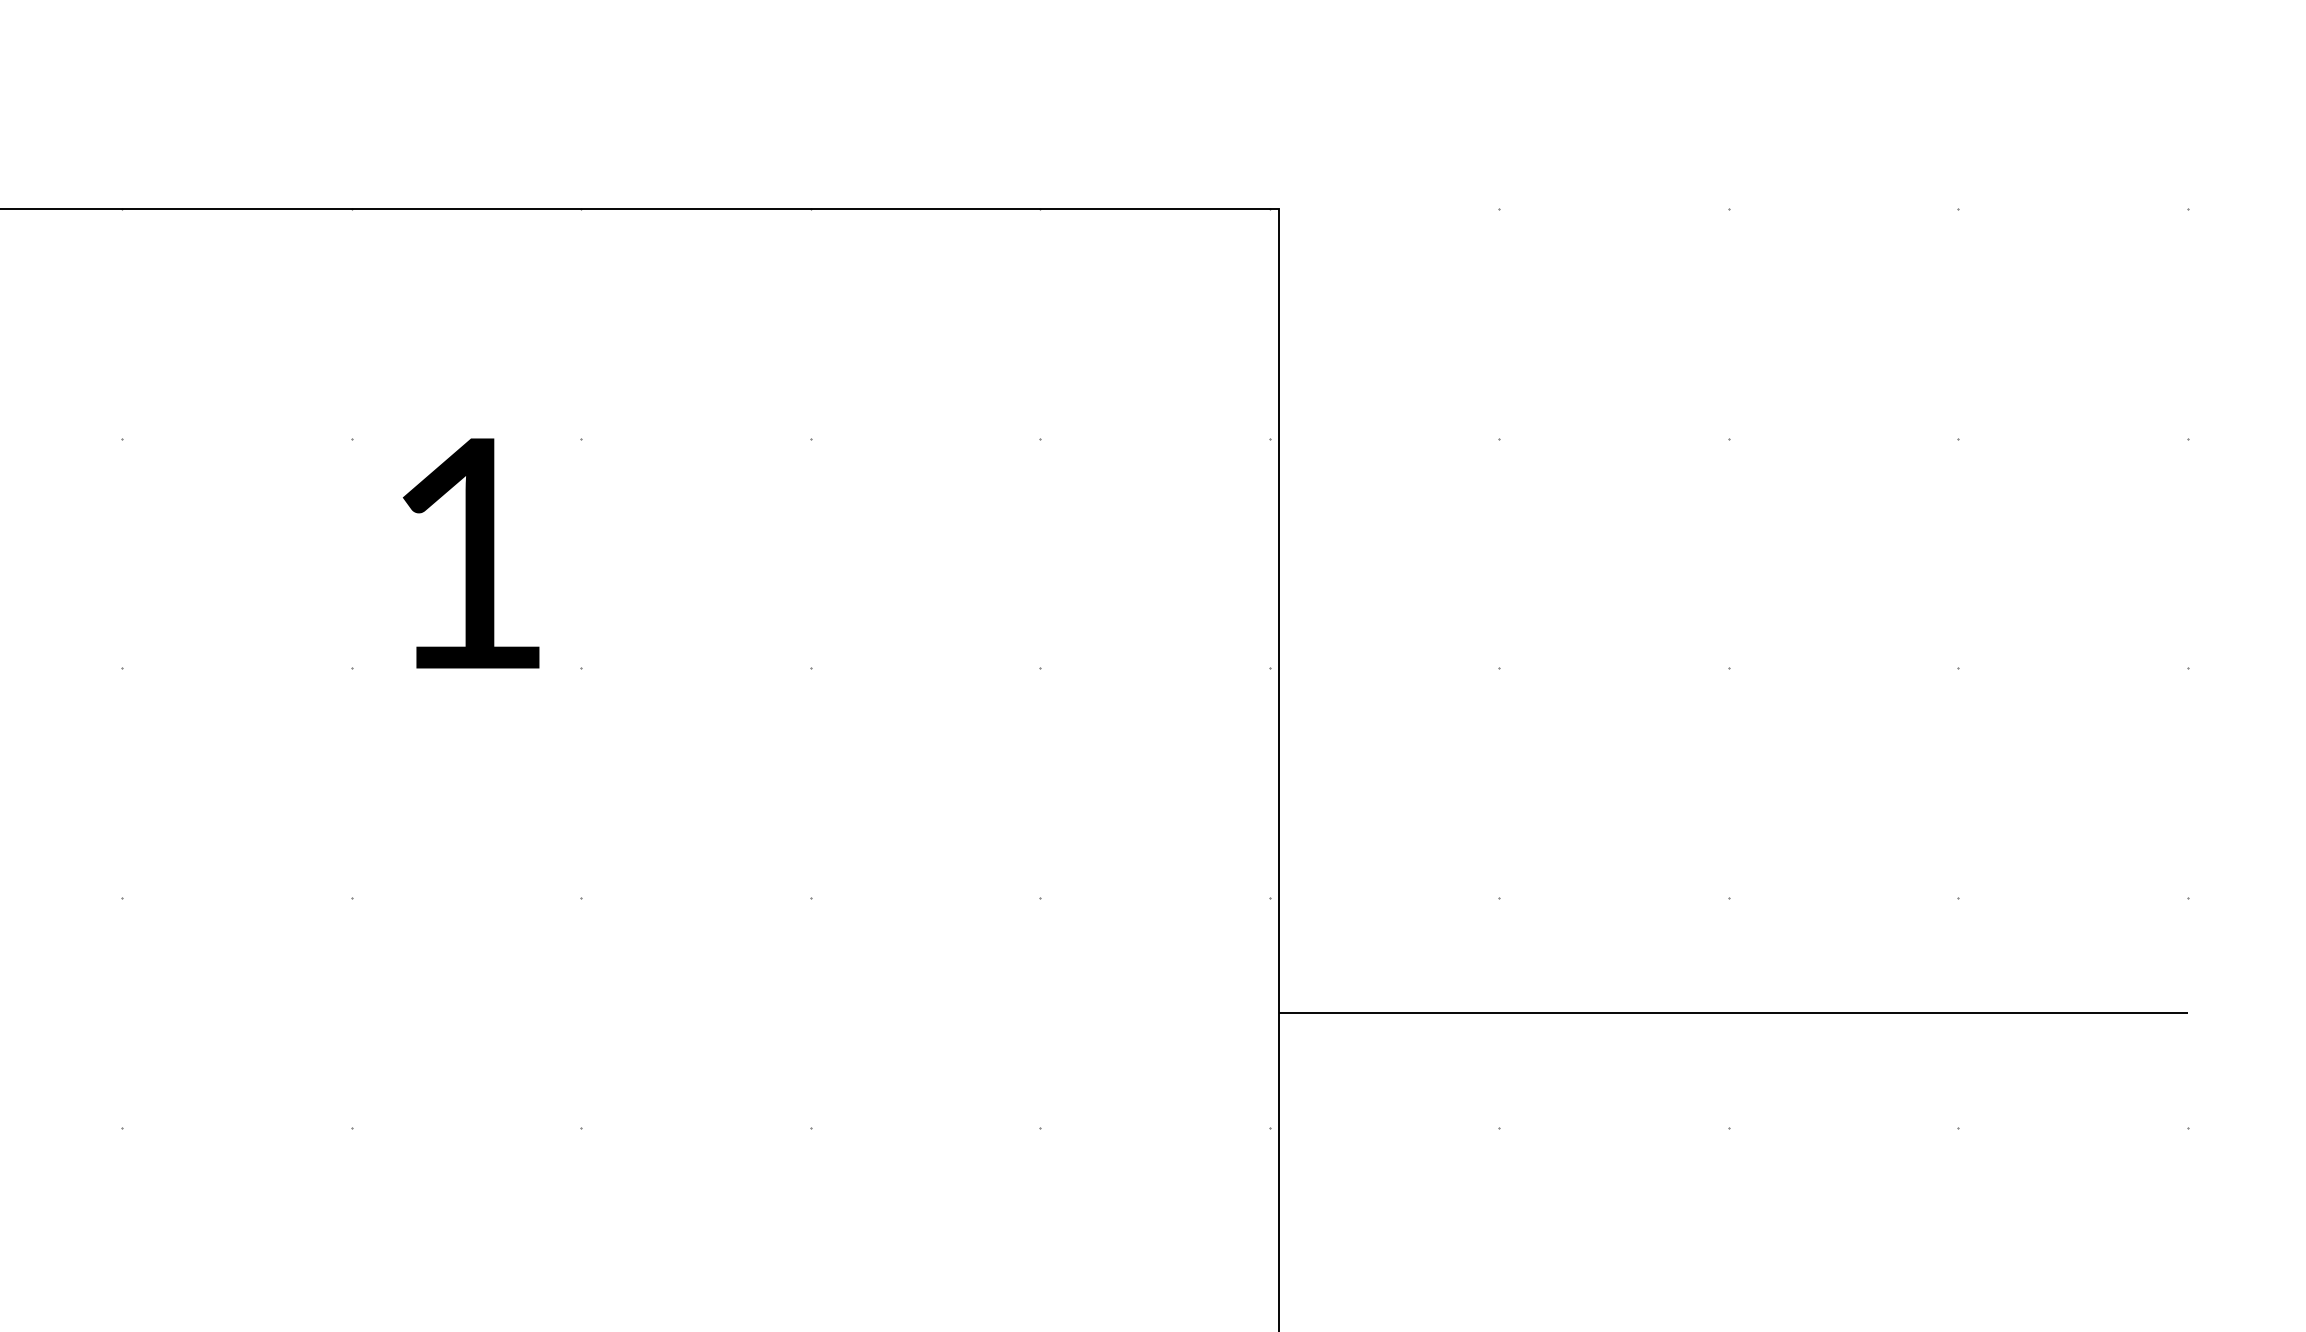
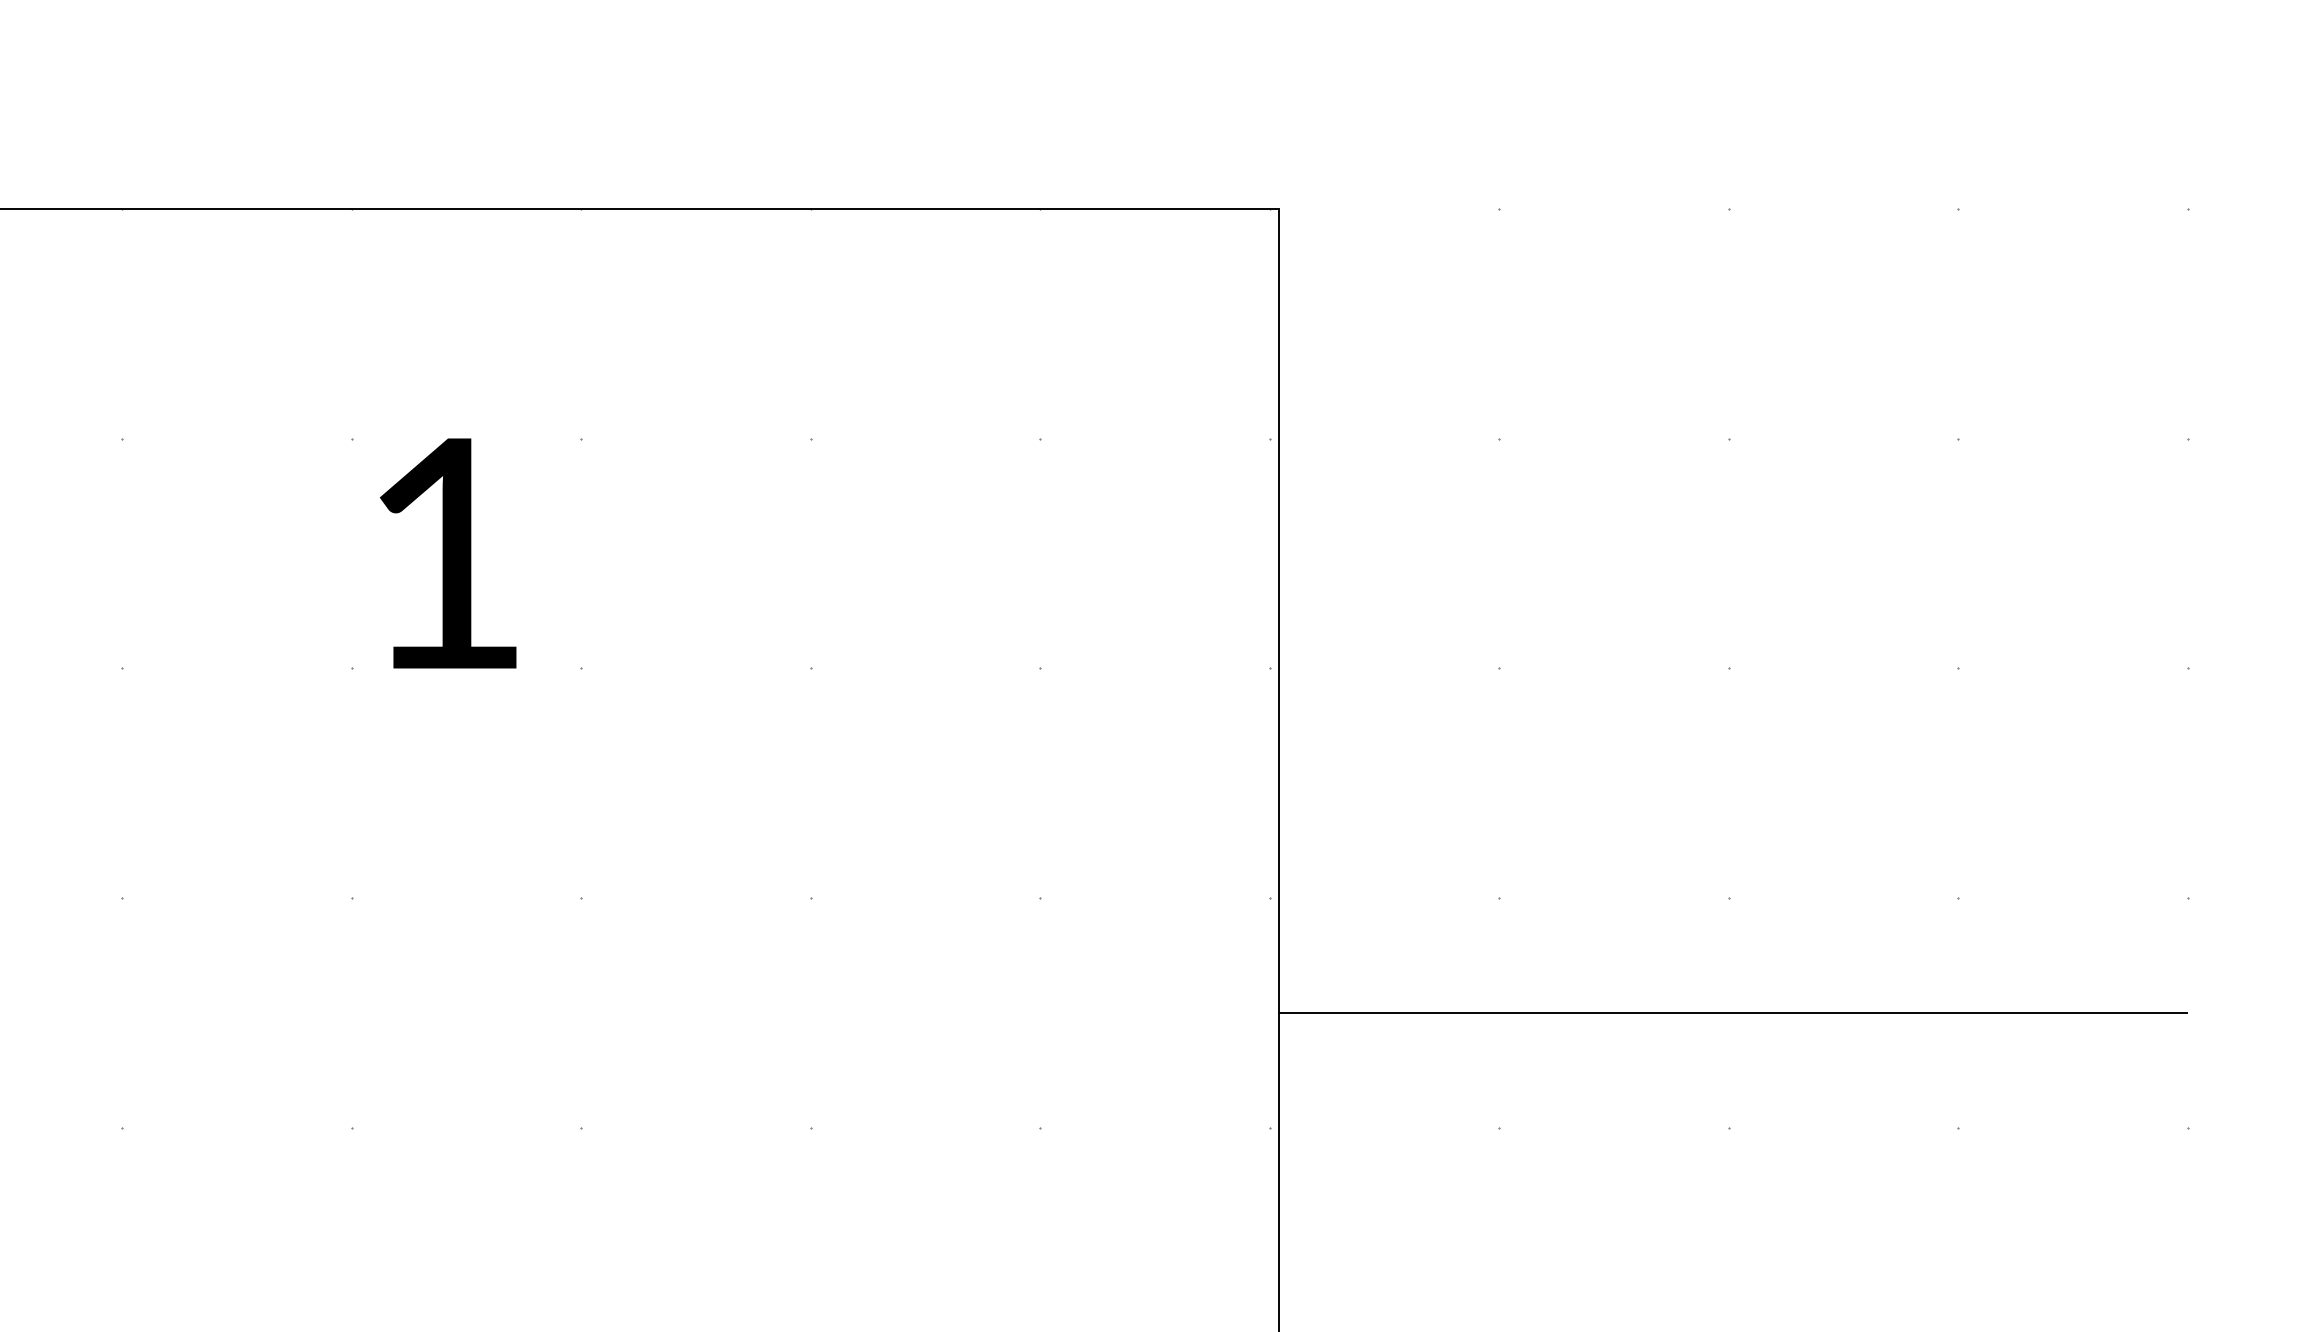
text at (471, 553) position: (471, 553) -> (448, 553)
